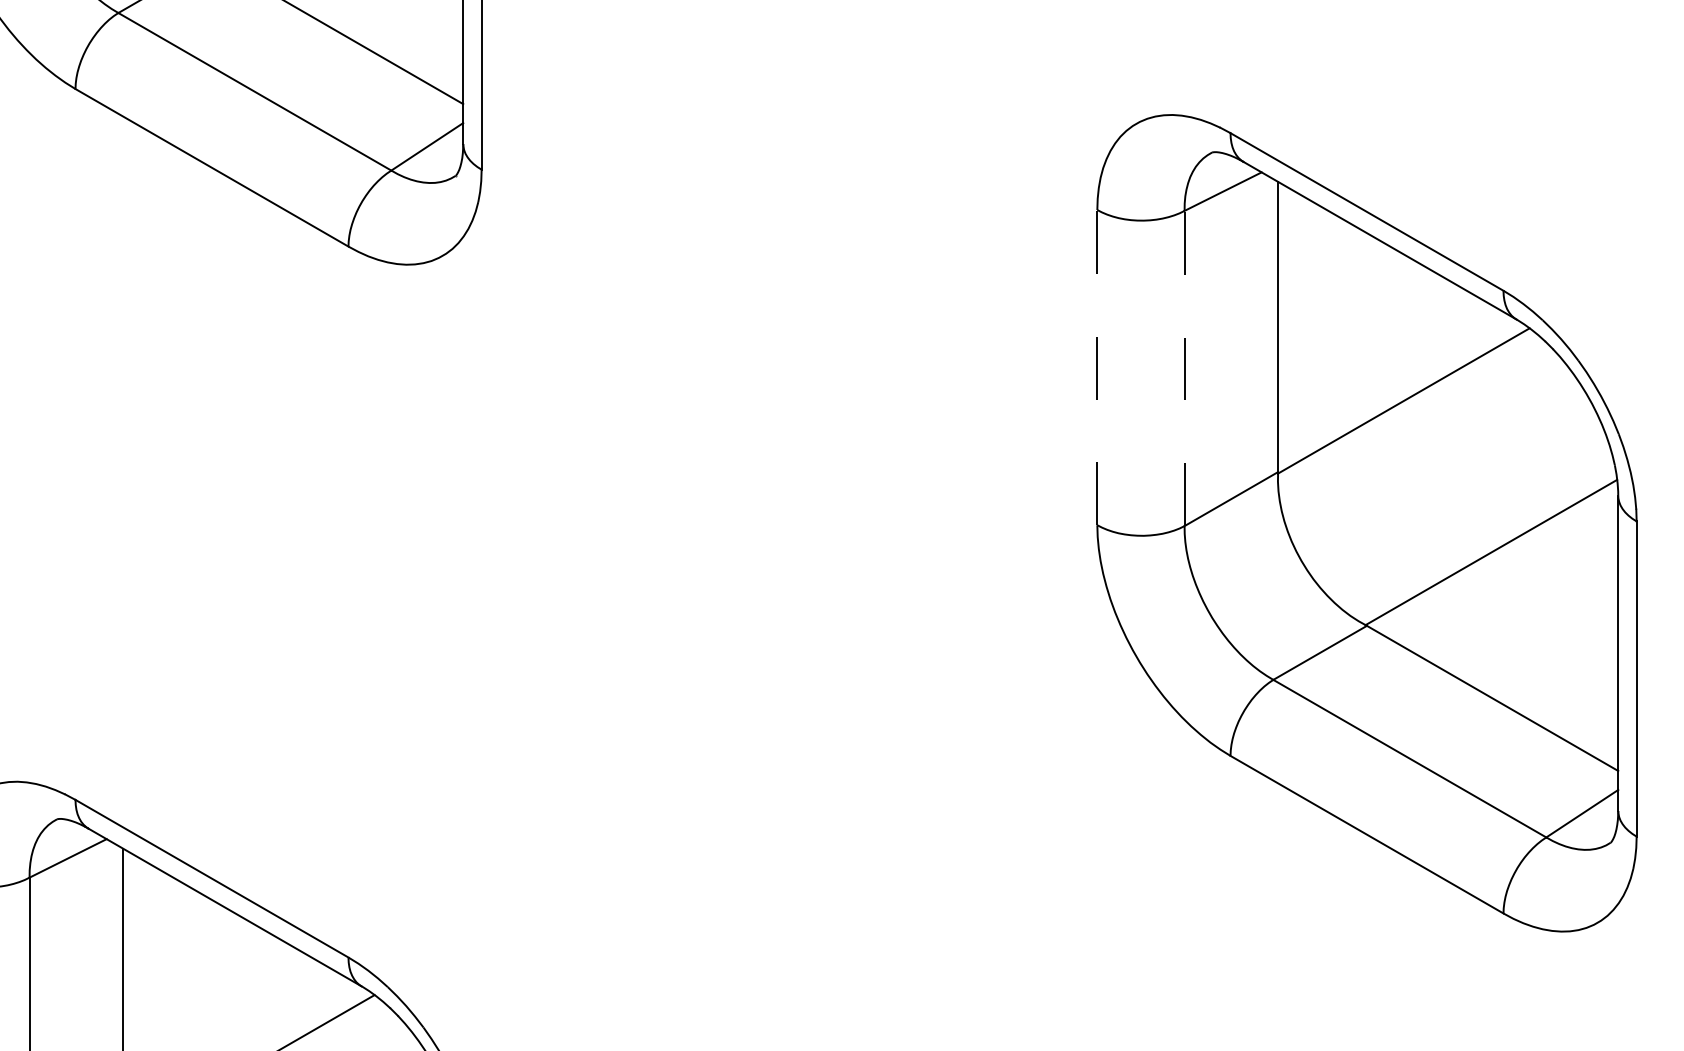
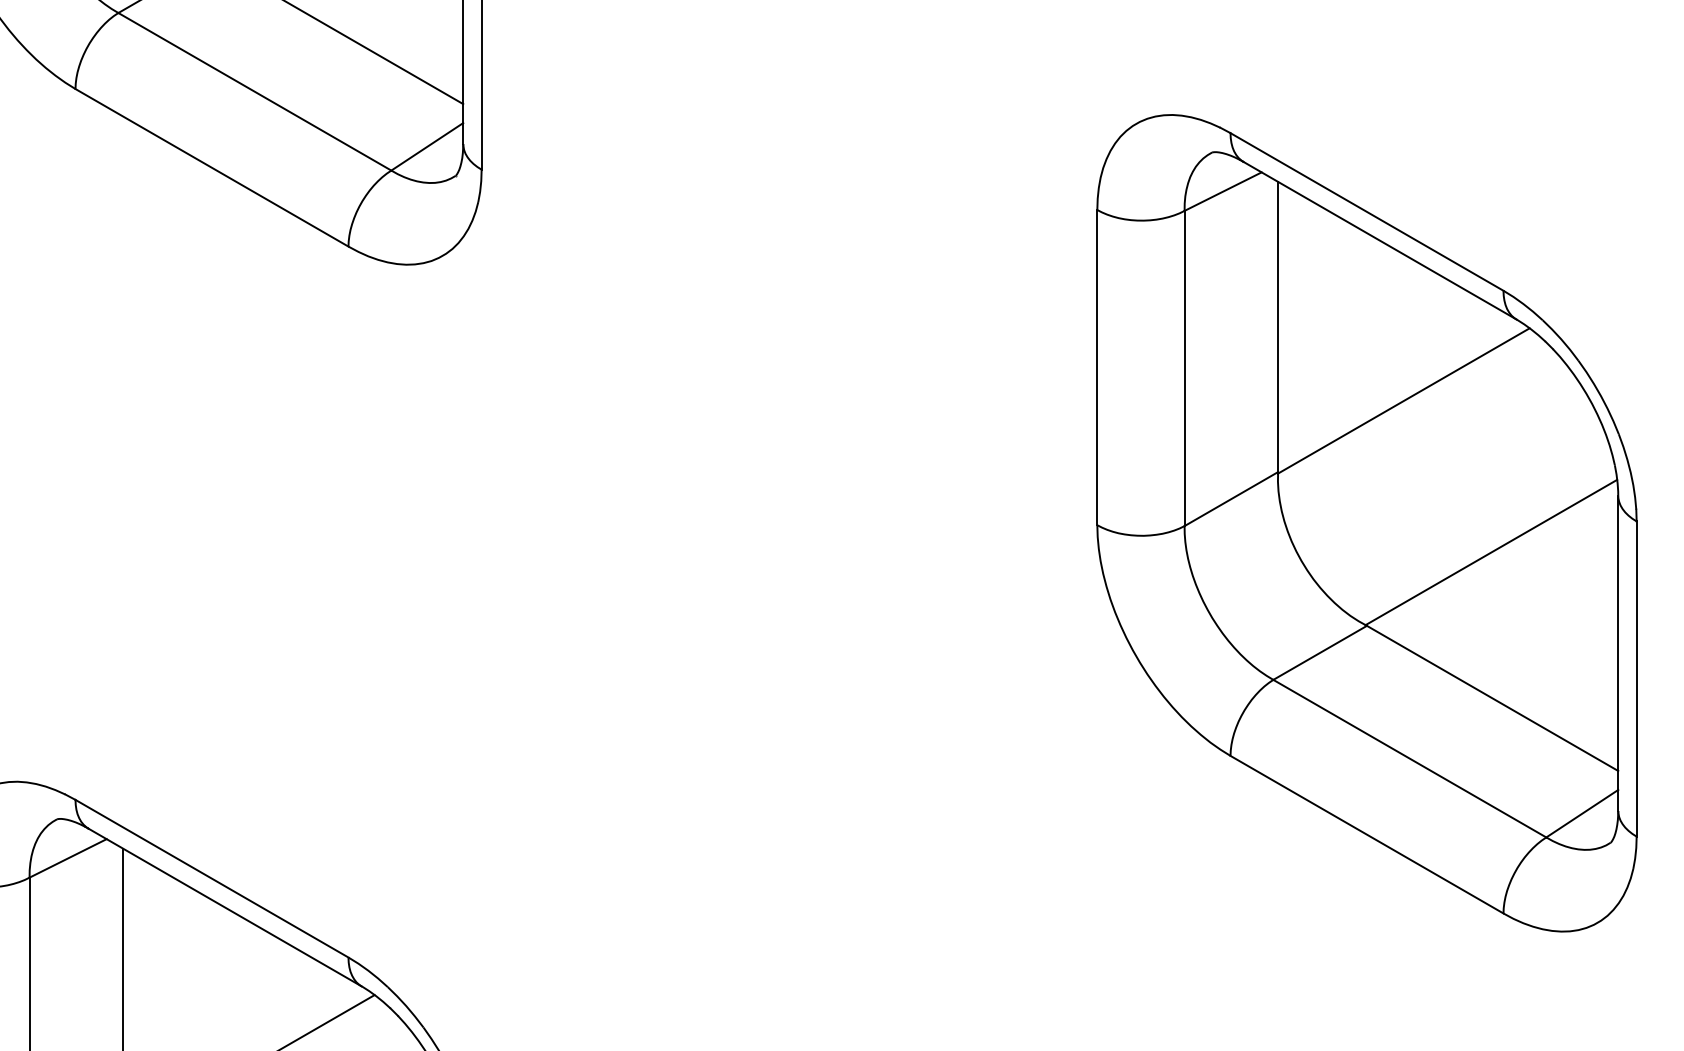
line at (1097, 367): dashed -> solid
line at (1184, 368): dashed -> solid
